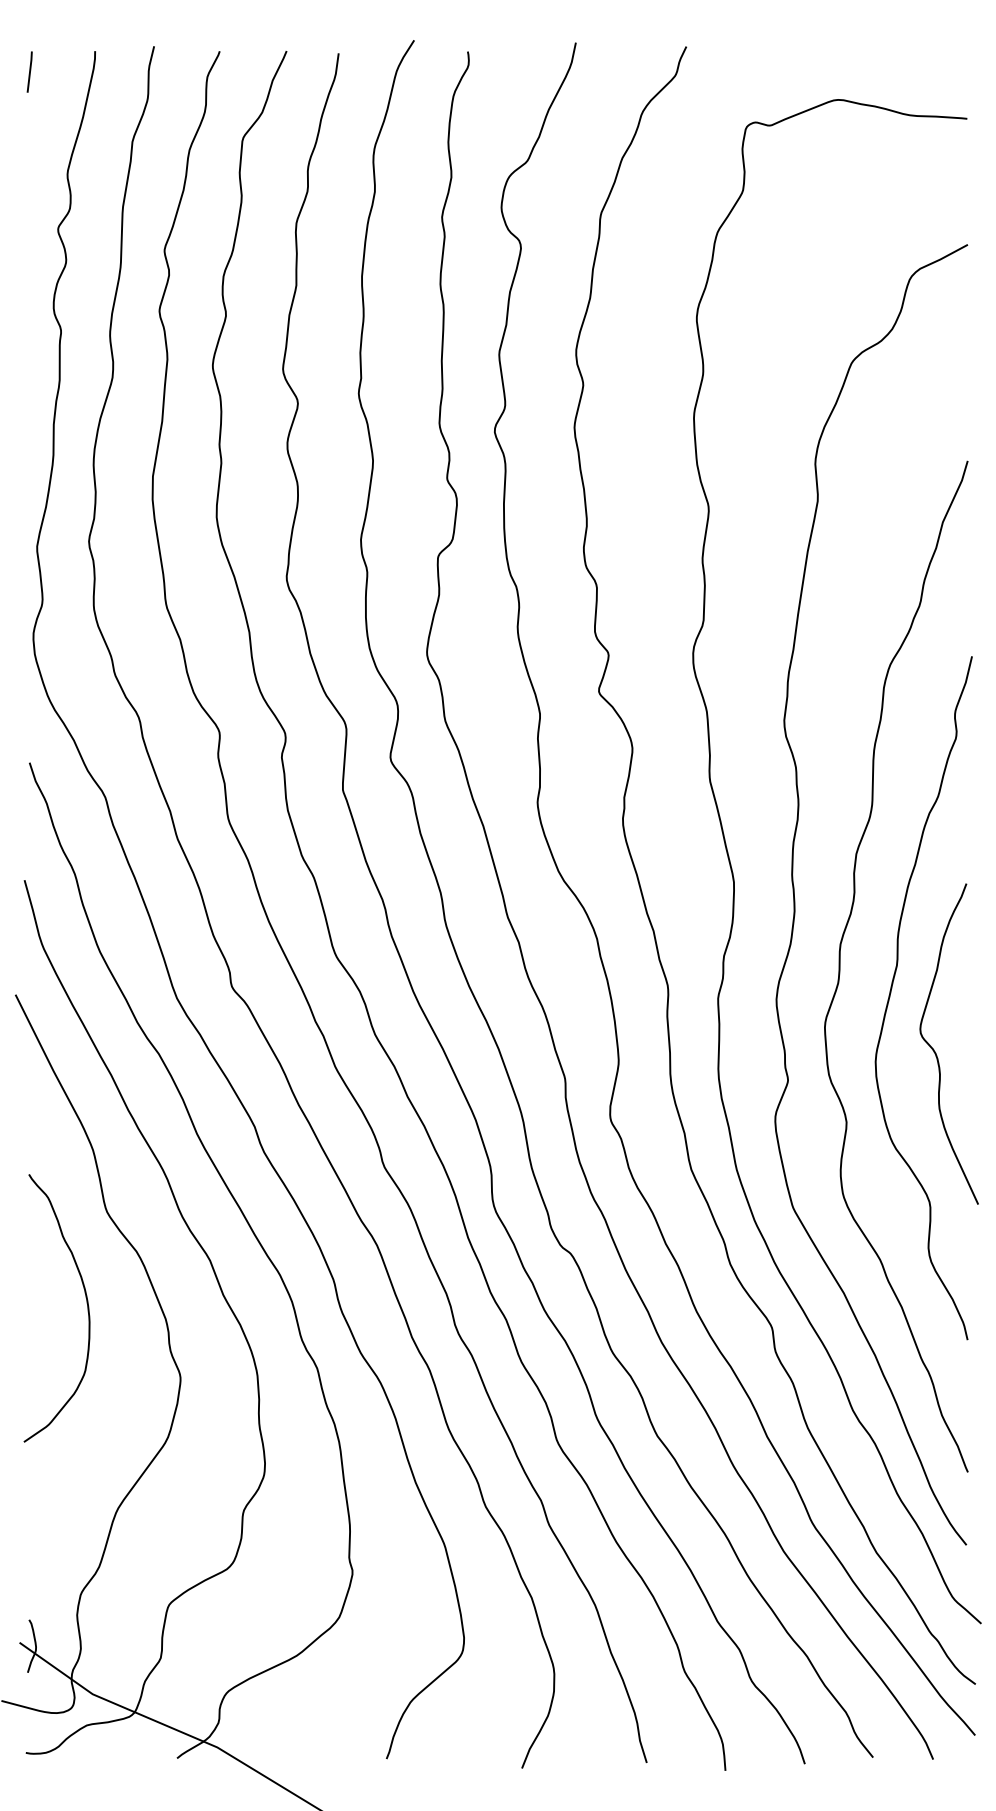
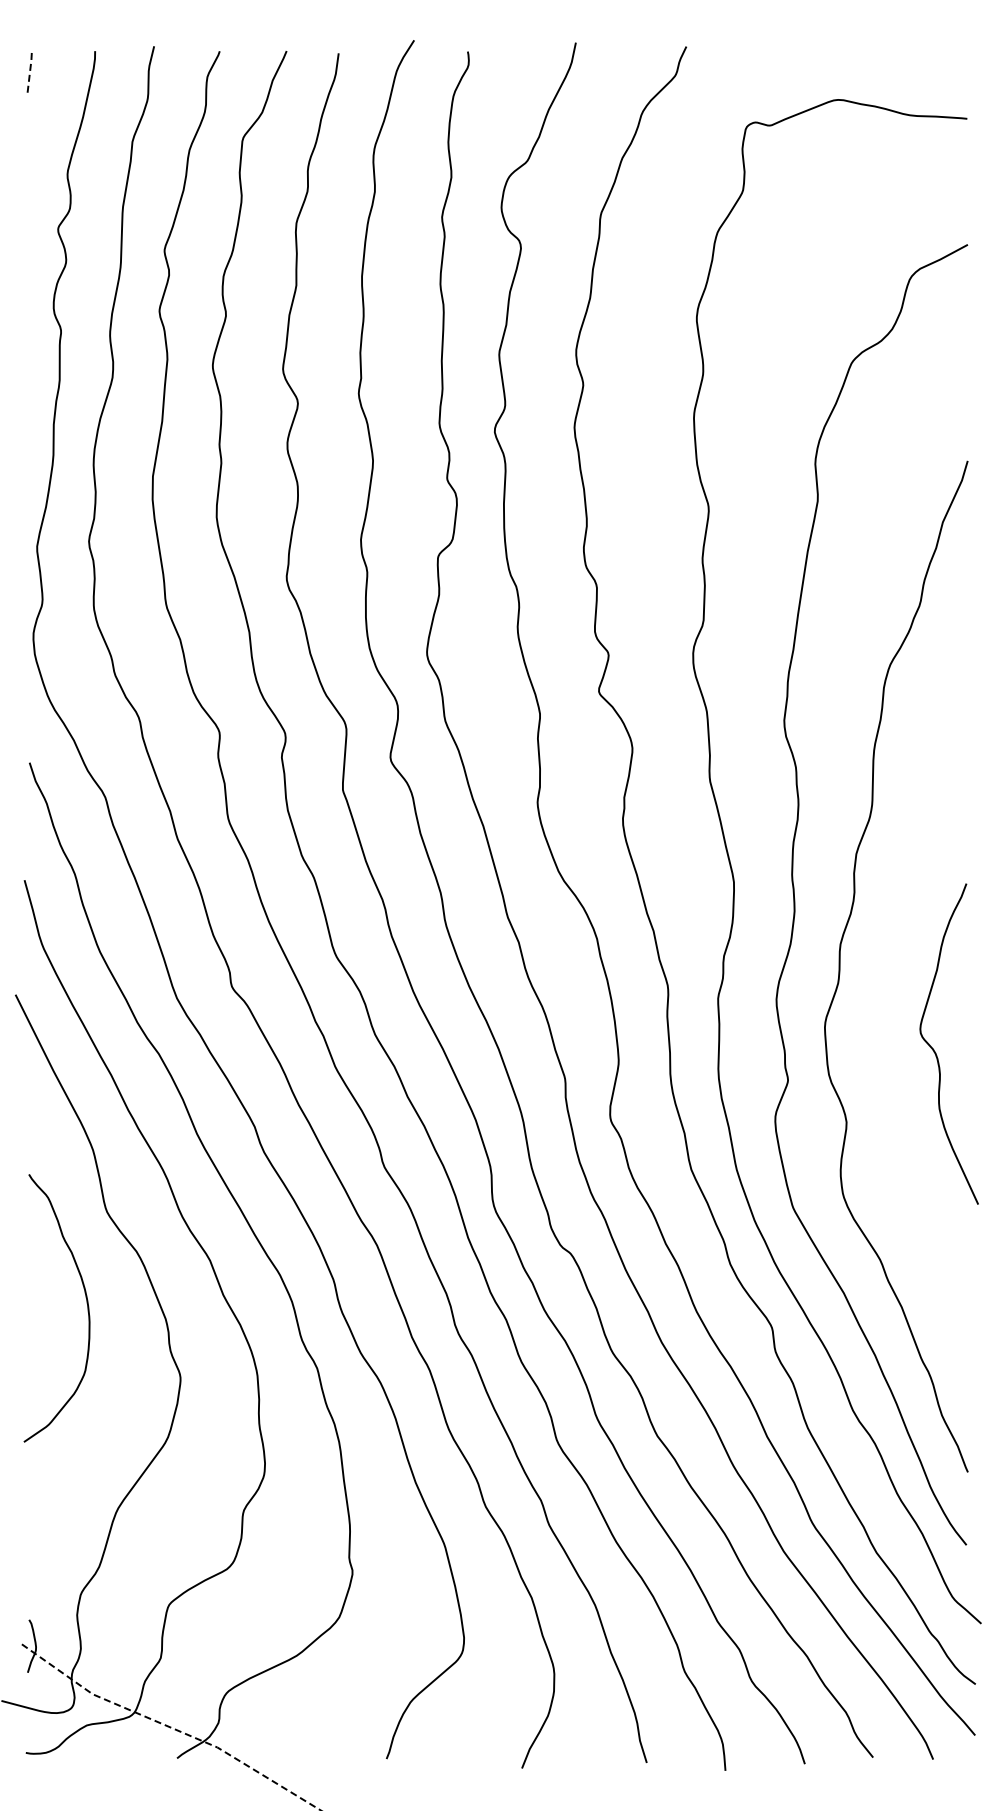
line at (30, 71): solid -> dashed
curve at (891, 993): present -> none
line at (169, 1727): solid -> dashed
